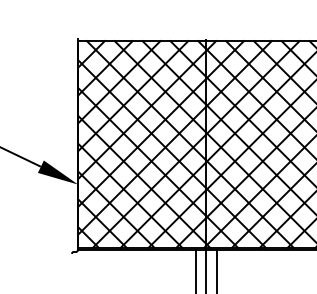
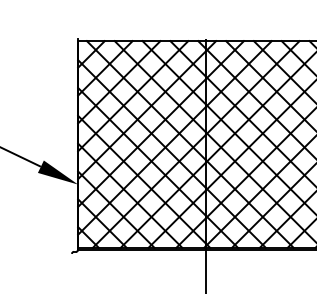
line at (195, 269): present -> none
line at (216, 269): present -> none
